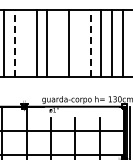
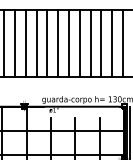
line at (14, 43): dashed -> solid
line at (25, 43): none -> present
line at (58, 43): none -> present
line at (79, 43): none -> present
line at (90, 43): dashed -> solid
